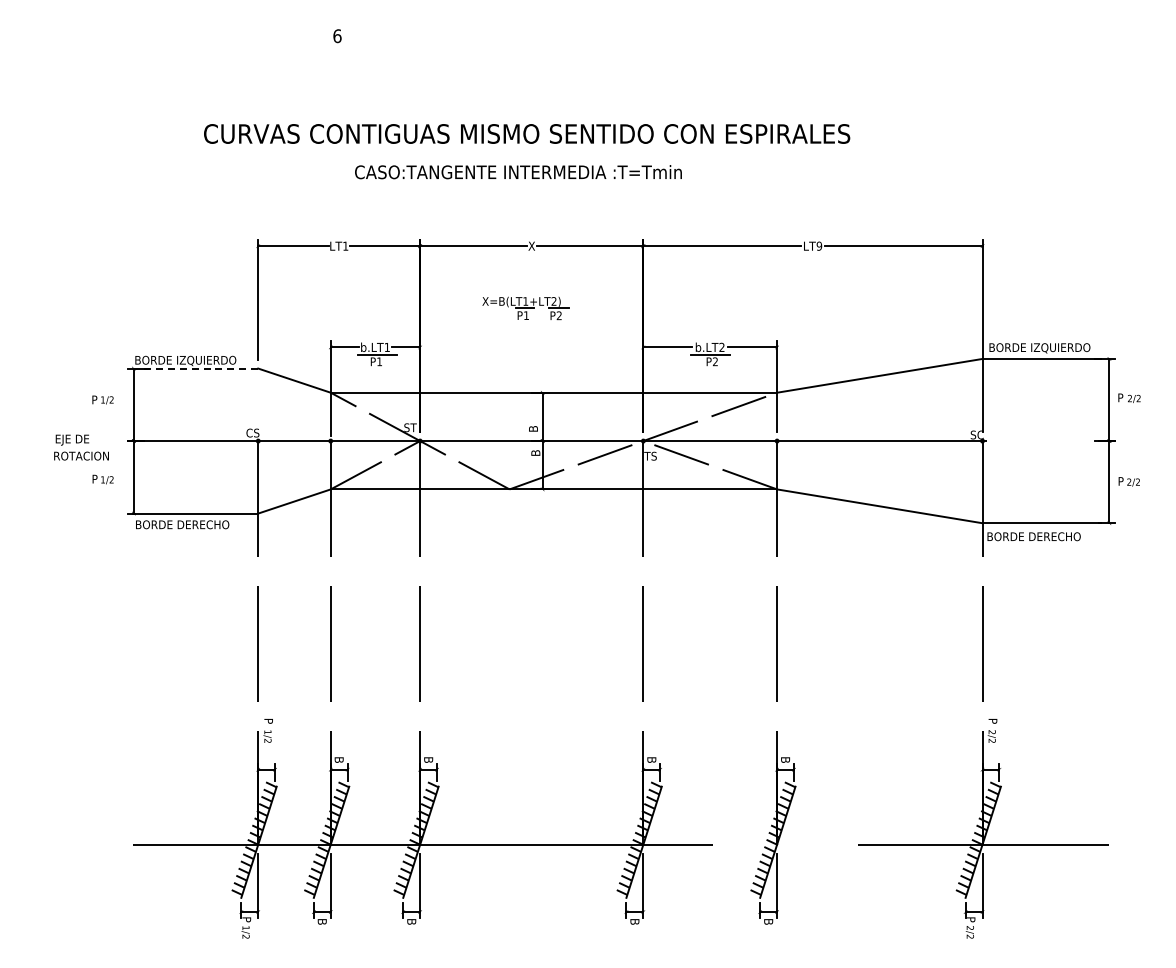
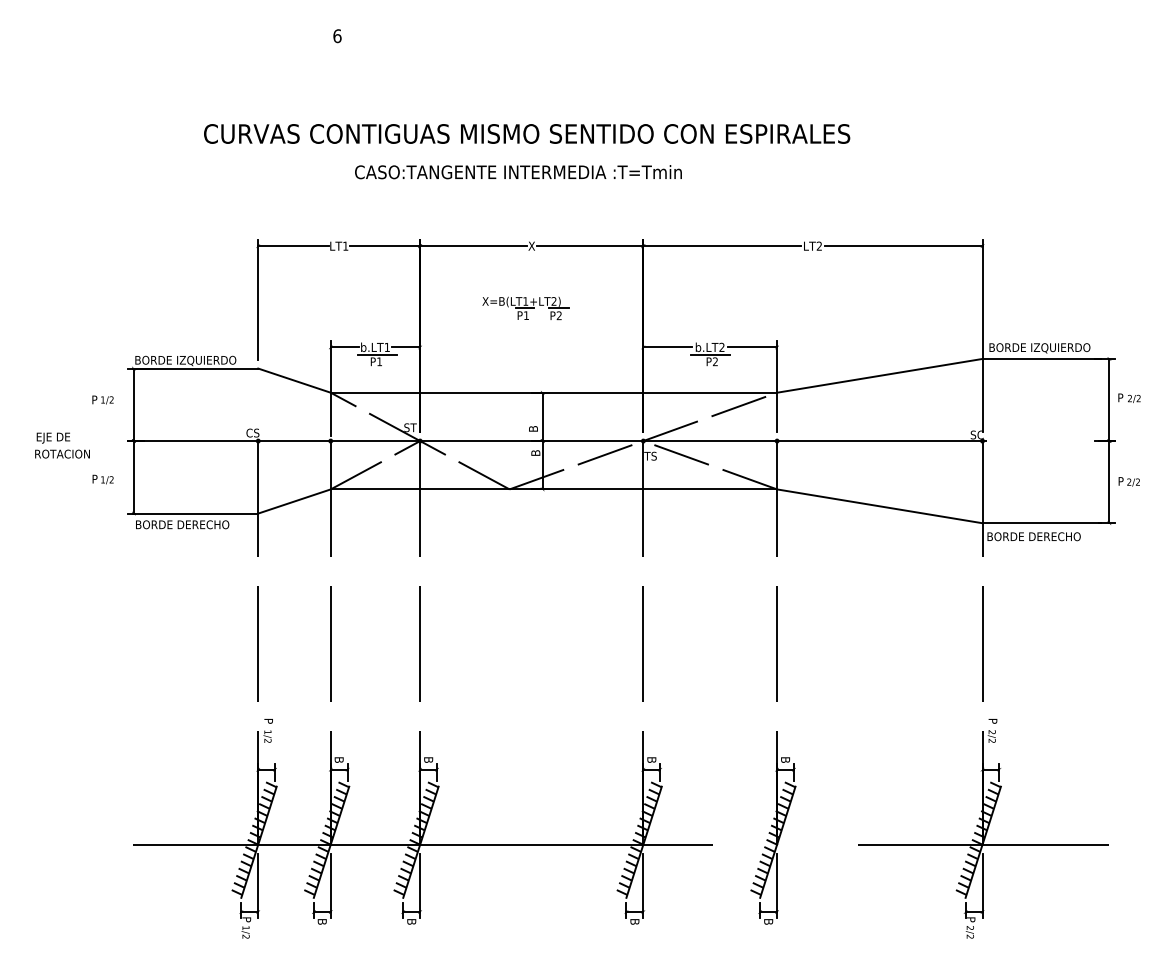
text at (819, 245): LT9 -> LT2
line at (195, 368): dashed -> solid
text at (81, 447) position: (81, 447) -> (62, 445)
